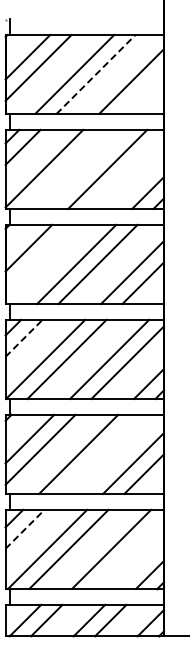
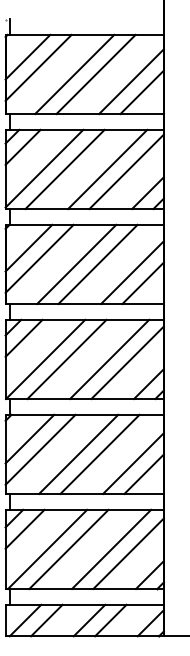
line at (96, 74): dashed -> solid
line at (141, 92): none -> present
line at (64, 169): none -> present
line at (126, 171): none -> present
line at (39, 258): none -> present
line at (24, 338): dashed -> solid
line at (99, 454): none -> present
line at (25, 529): dashed -> solid
line at (128, 553): none -> present
